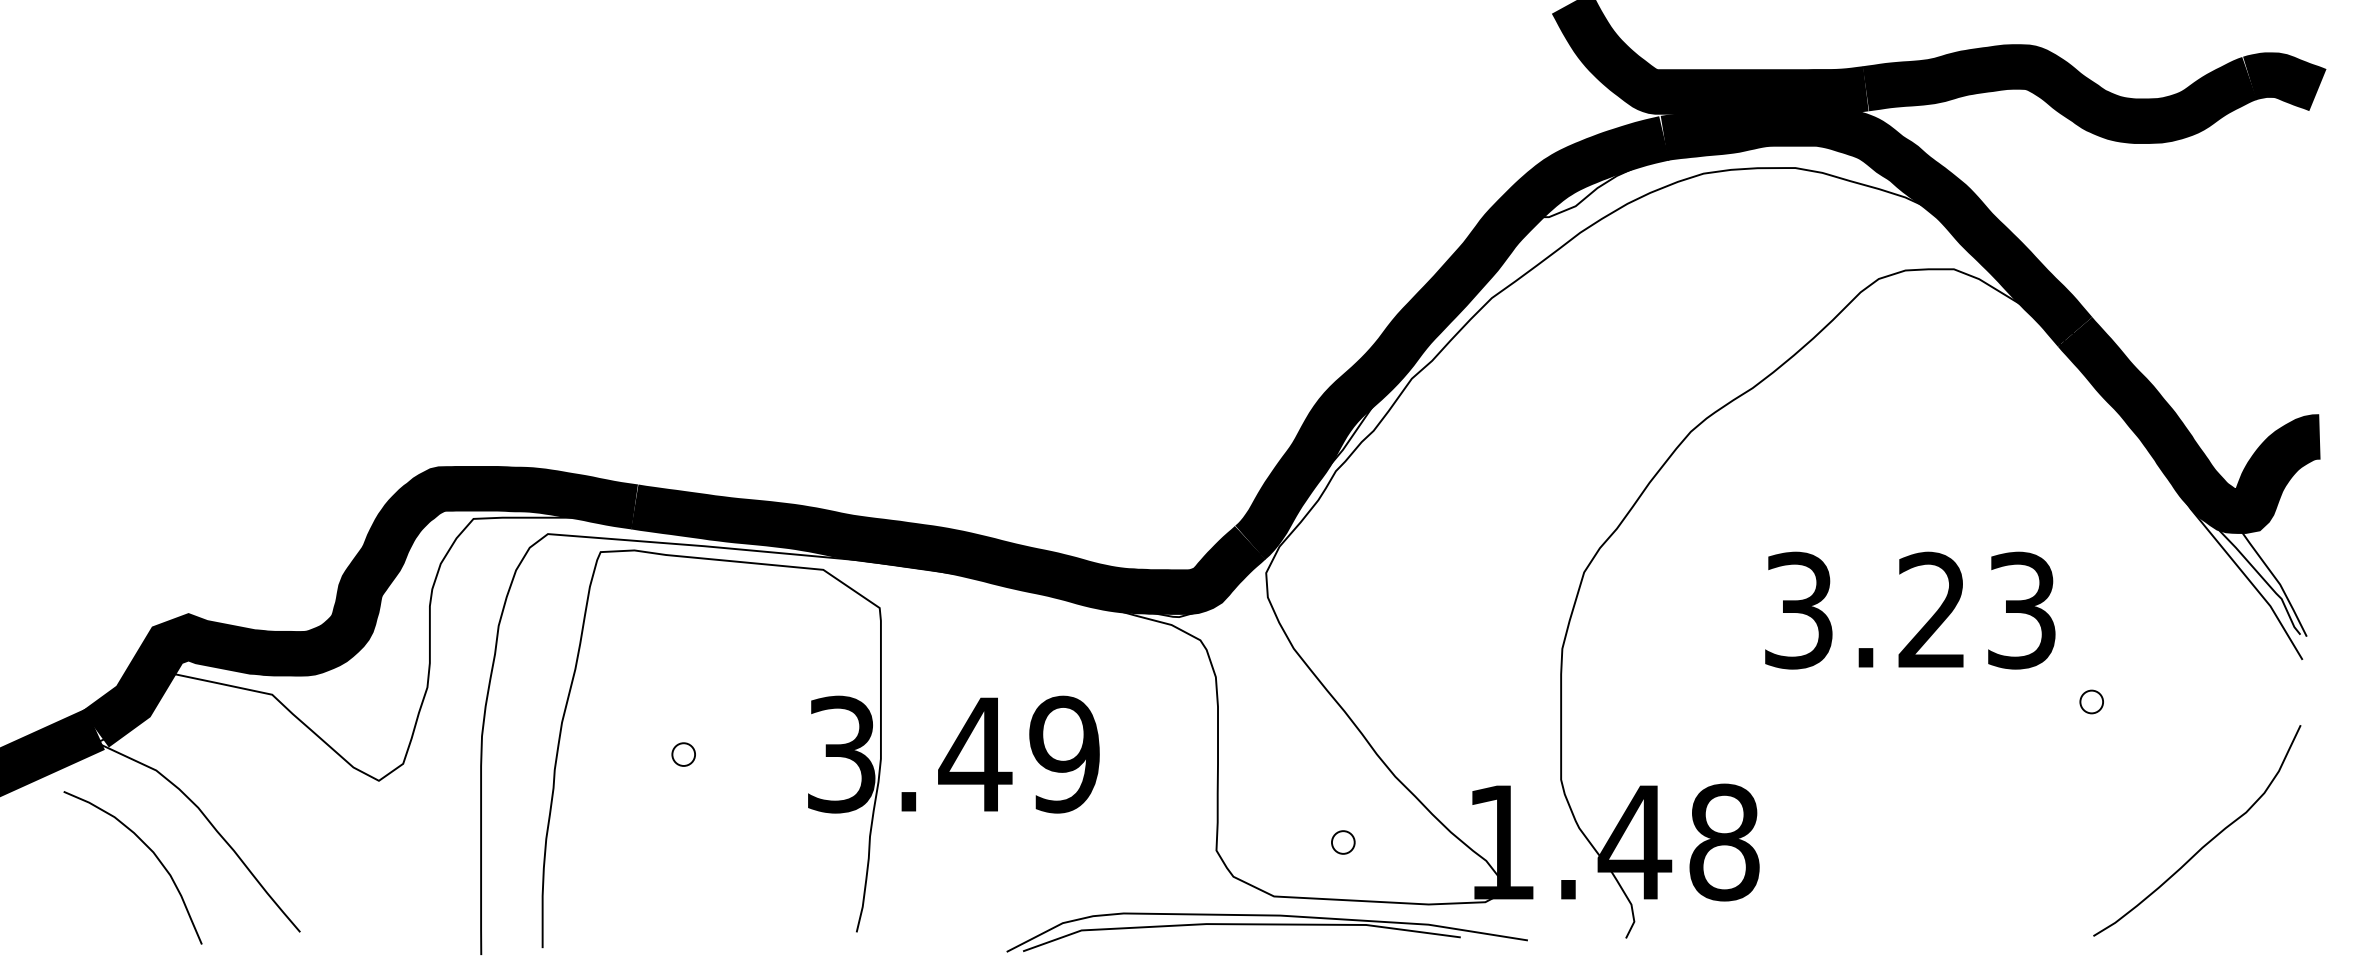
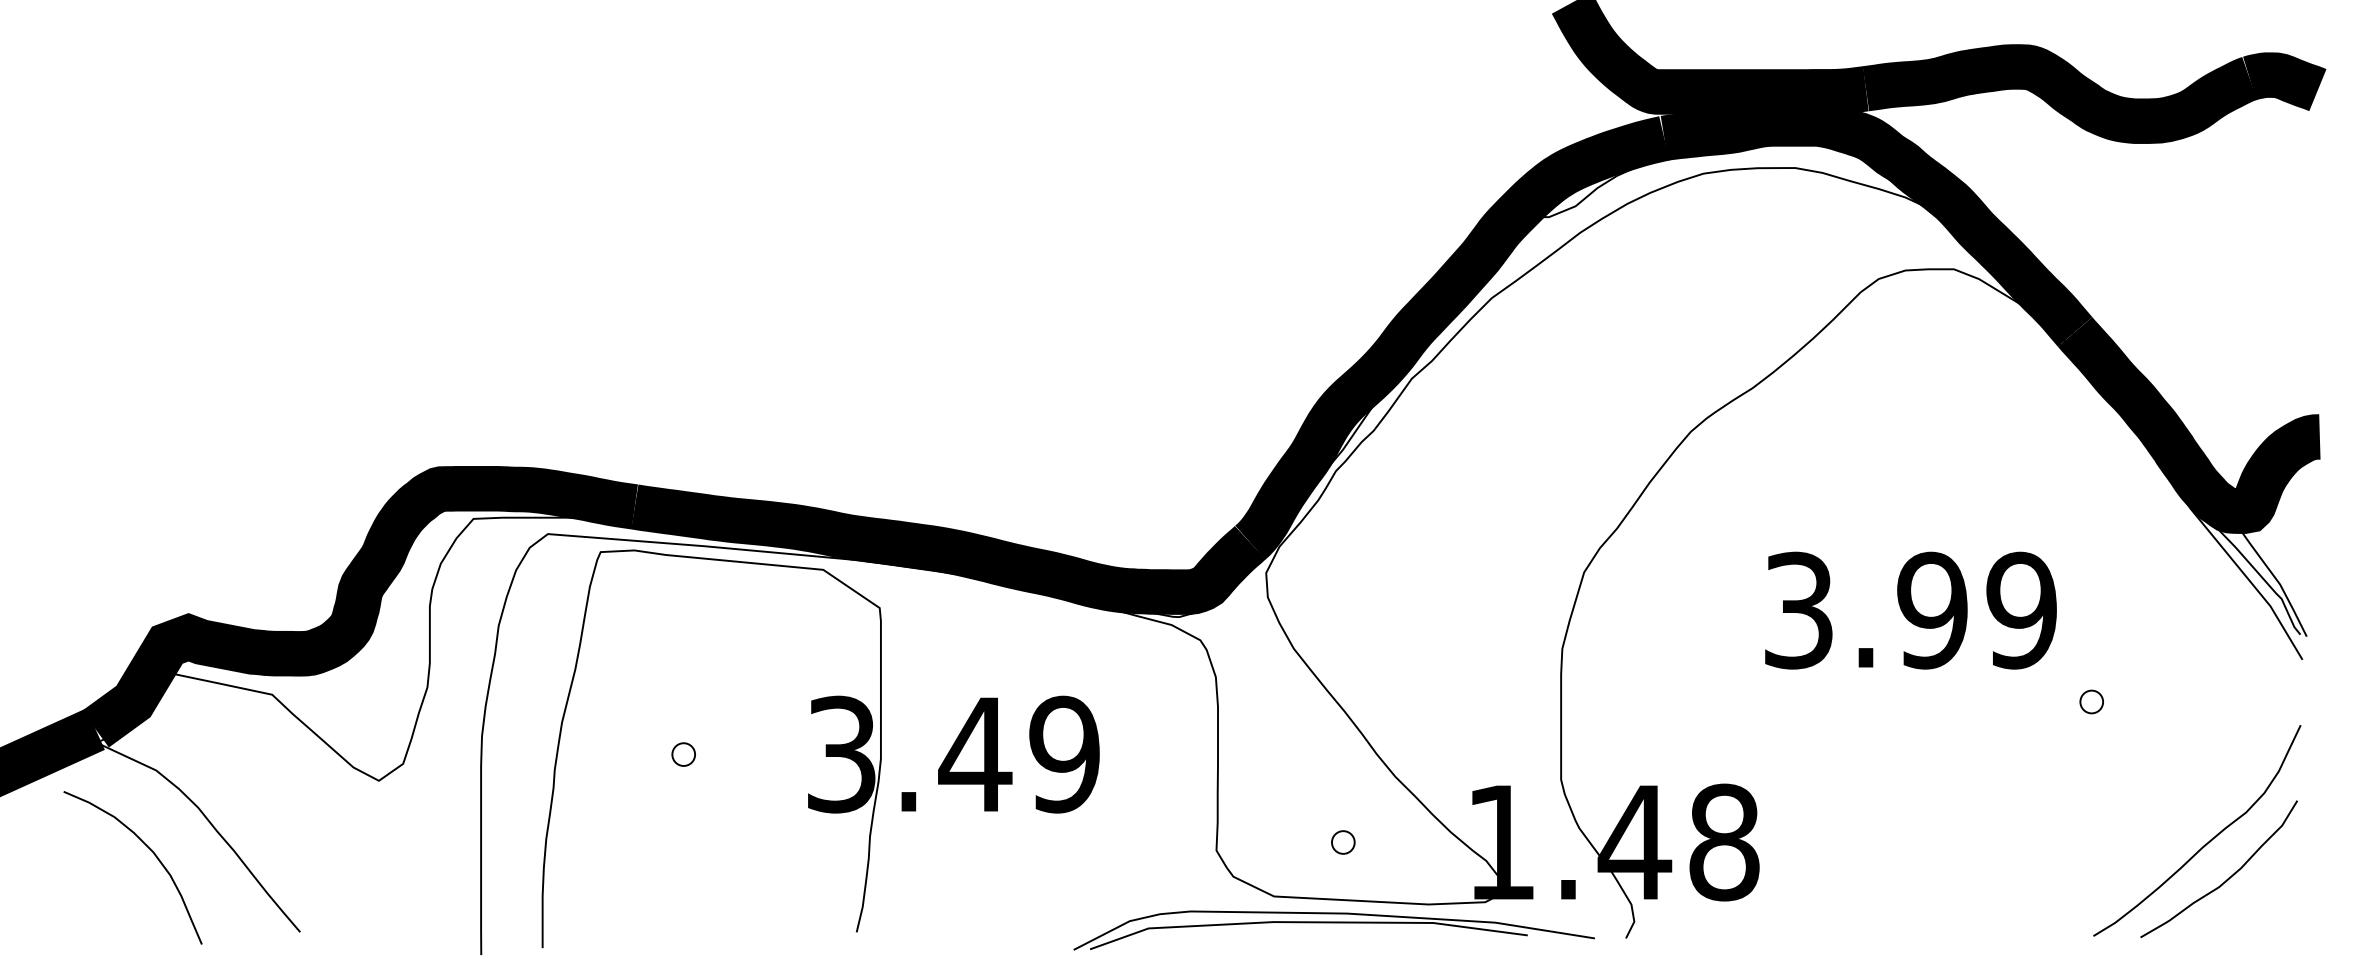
text at (1976, 610): 3.23 -> 3.99
curve at (2227, 878): none -> present
part at (1266, 925) position: (1266, 925) -> (1333, 923)
